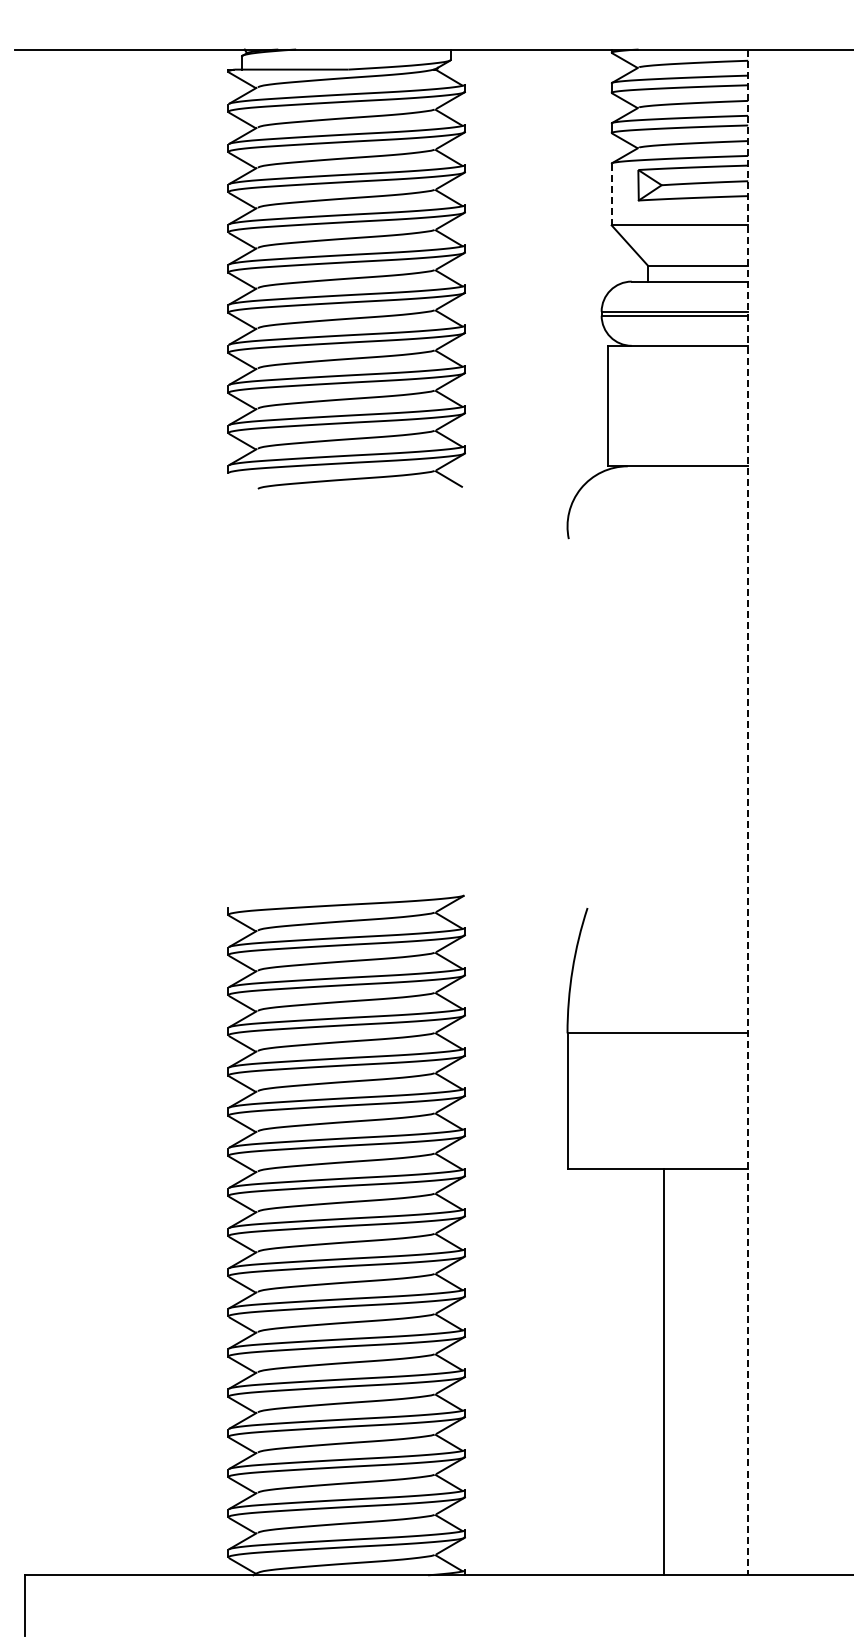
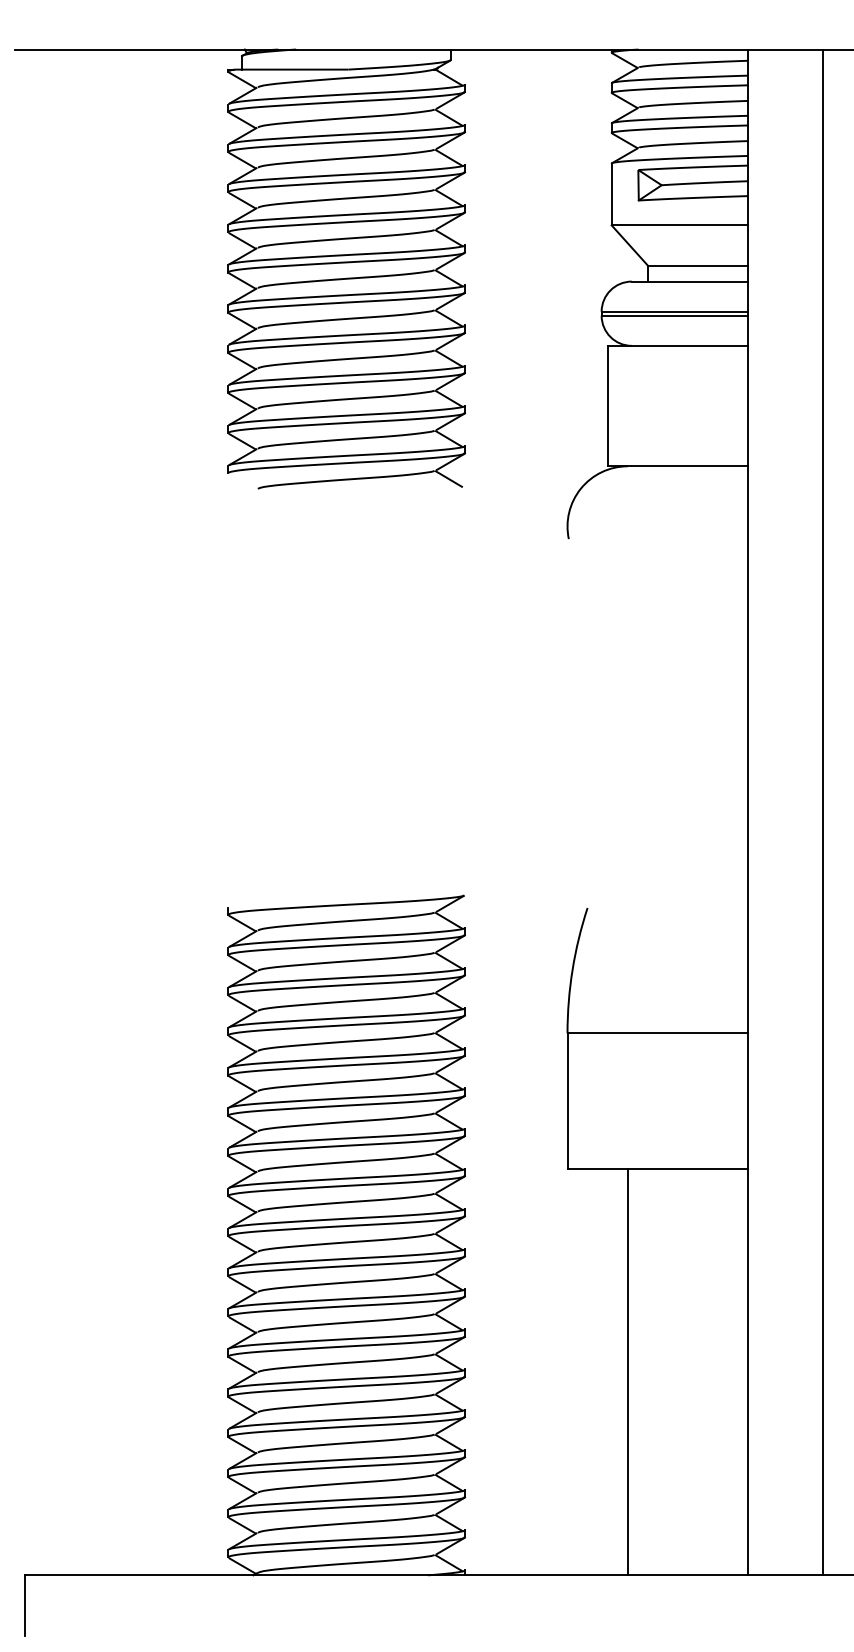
line at (611, 194): dashed -> solid
line at (748, 812): dashed -> solid
line at (823, 812): none -> present
line at (663, 1371) position: (663, 1371) -> (627, 1371)
